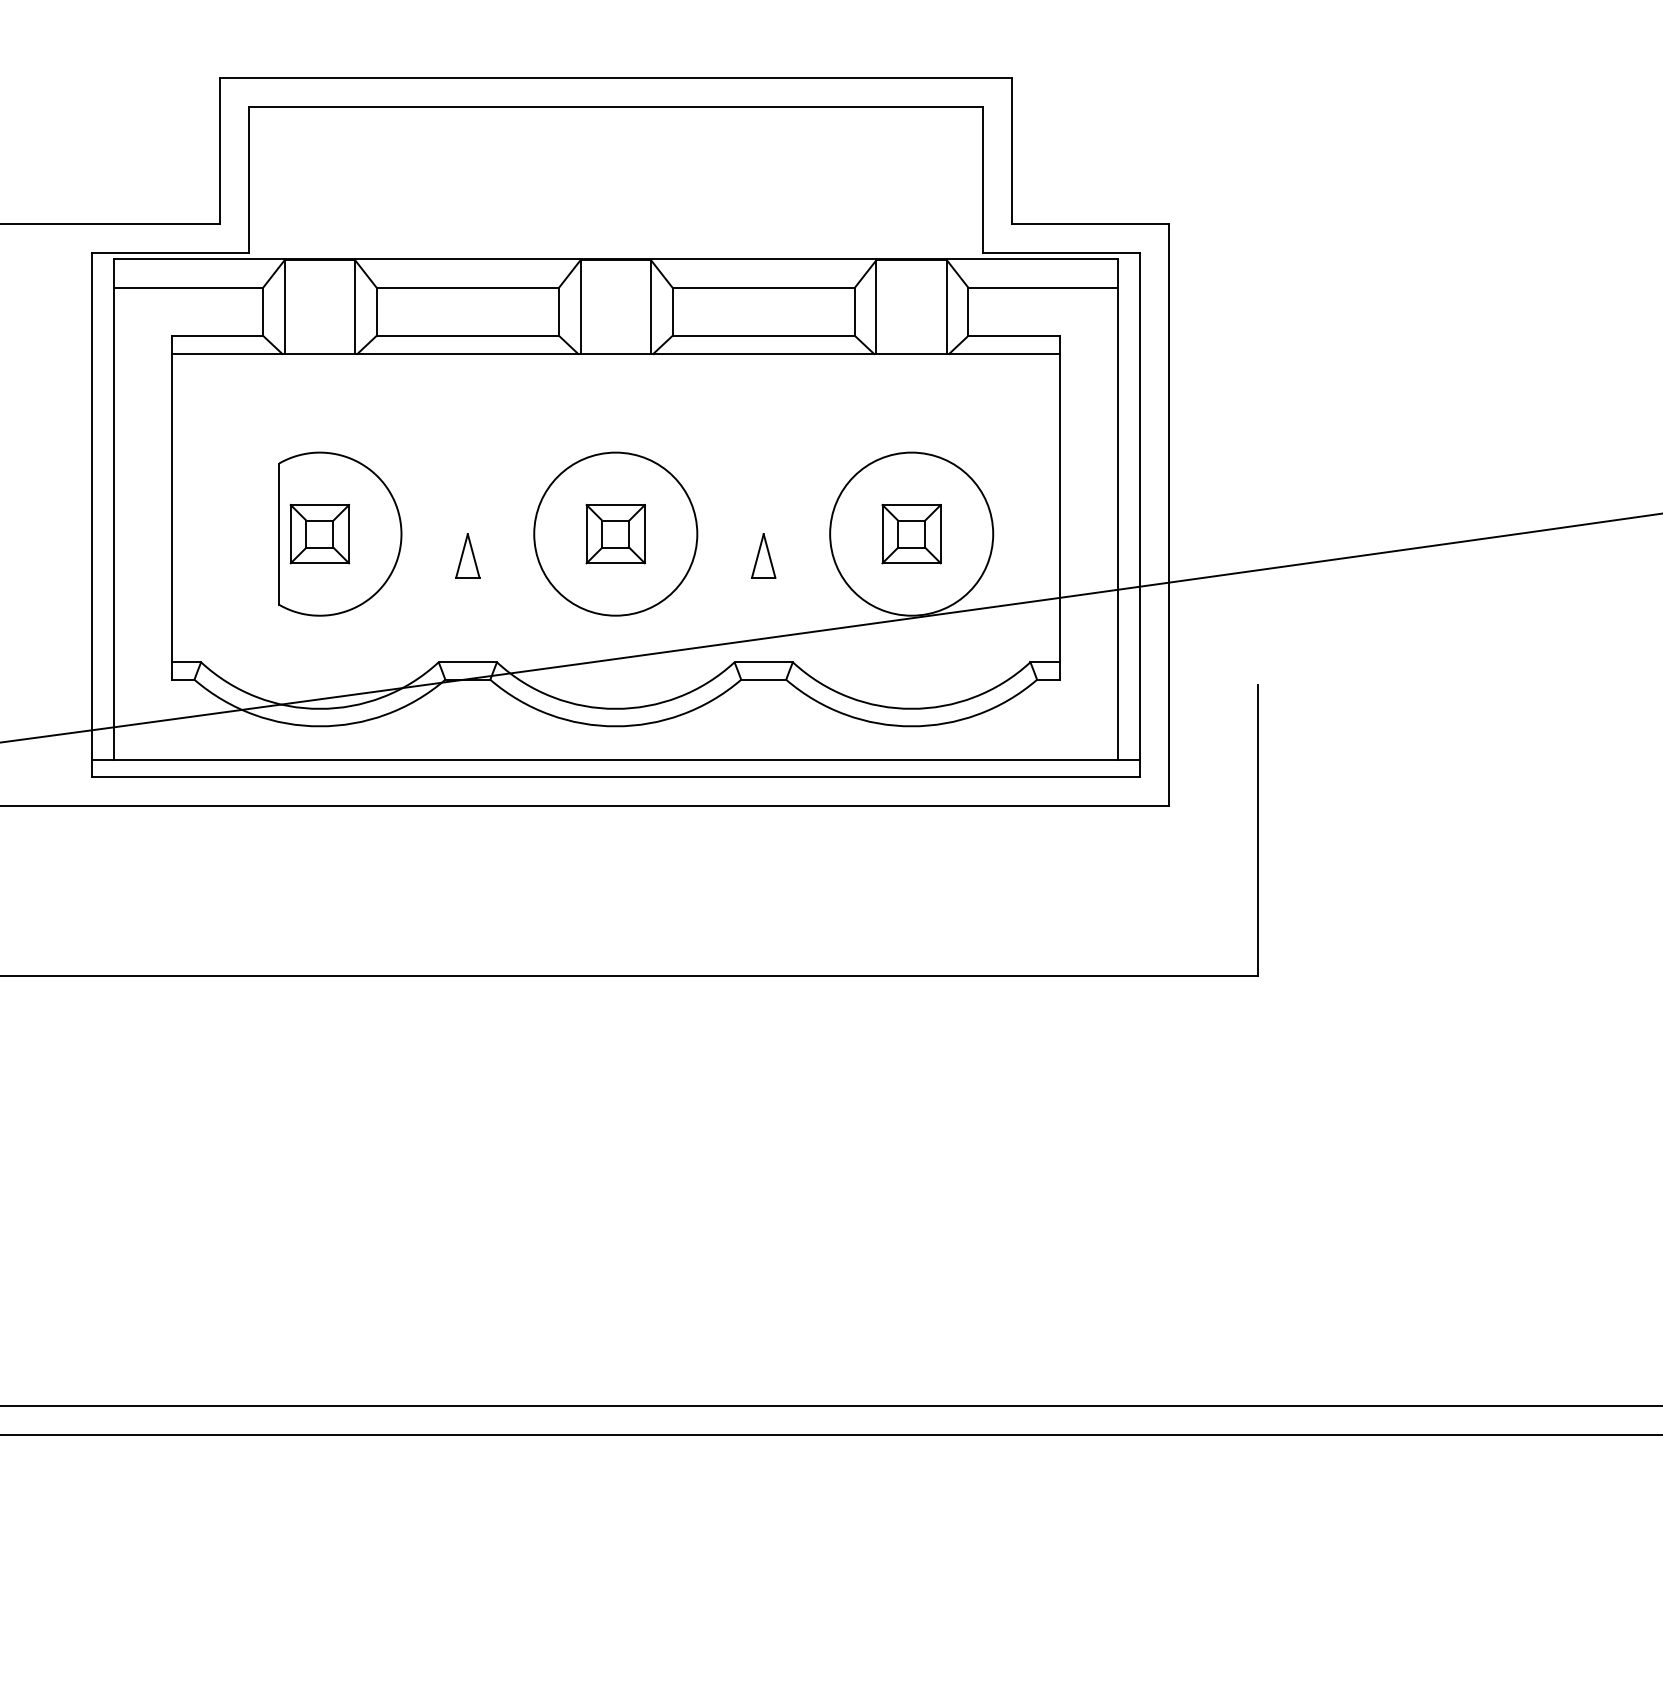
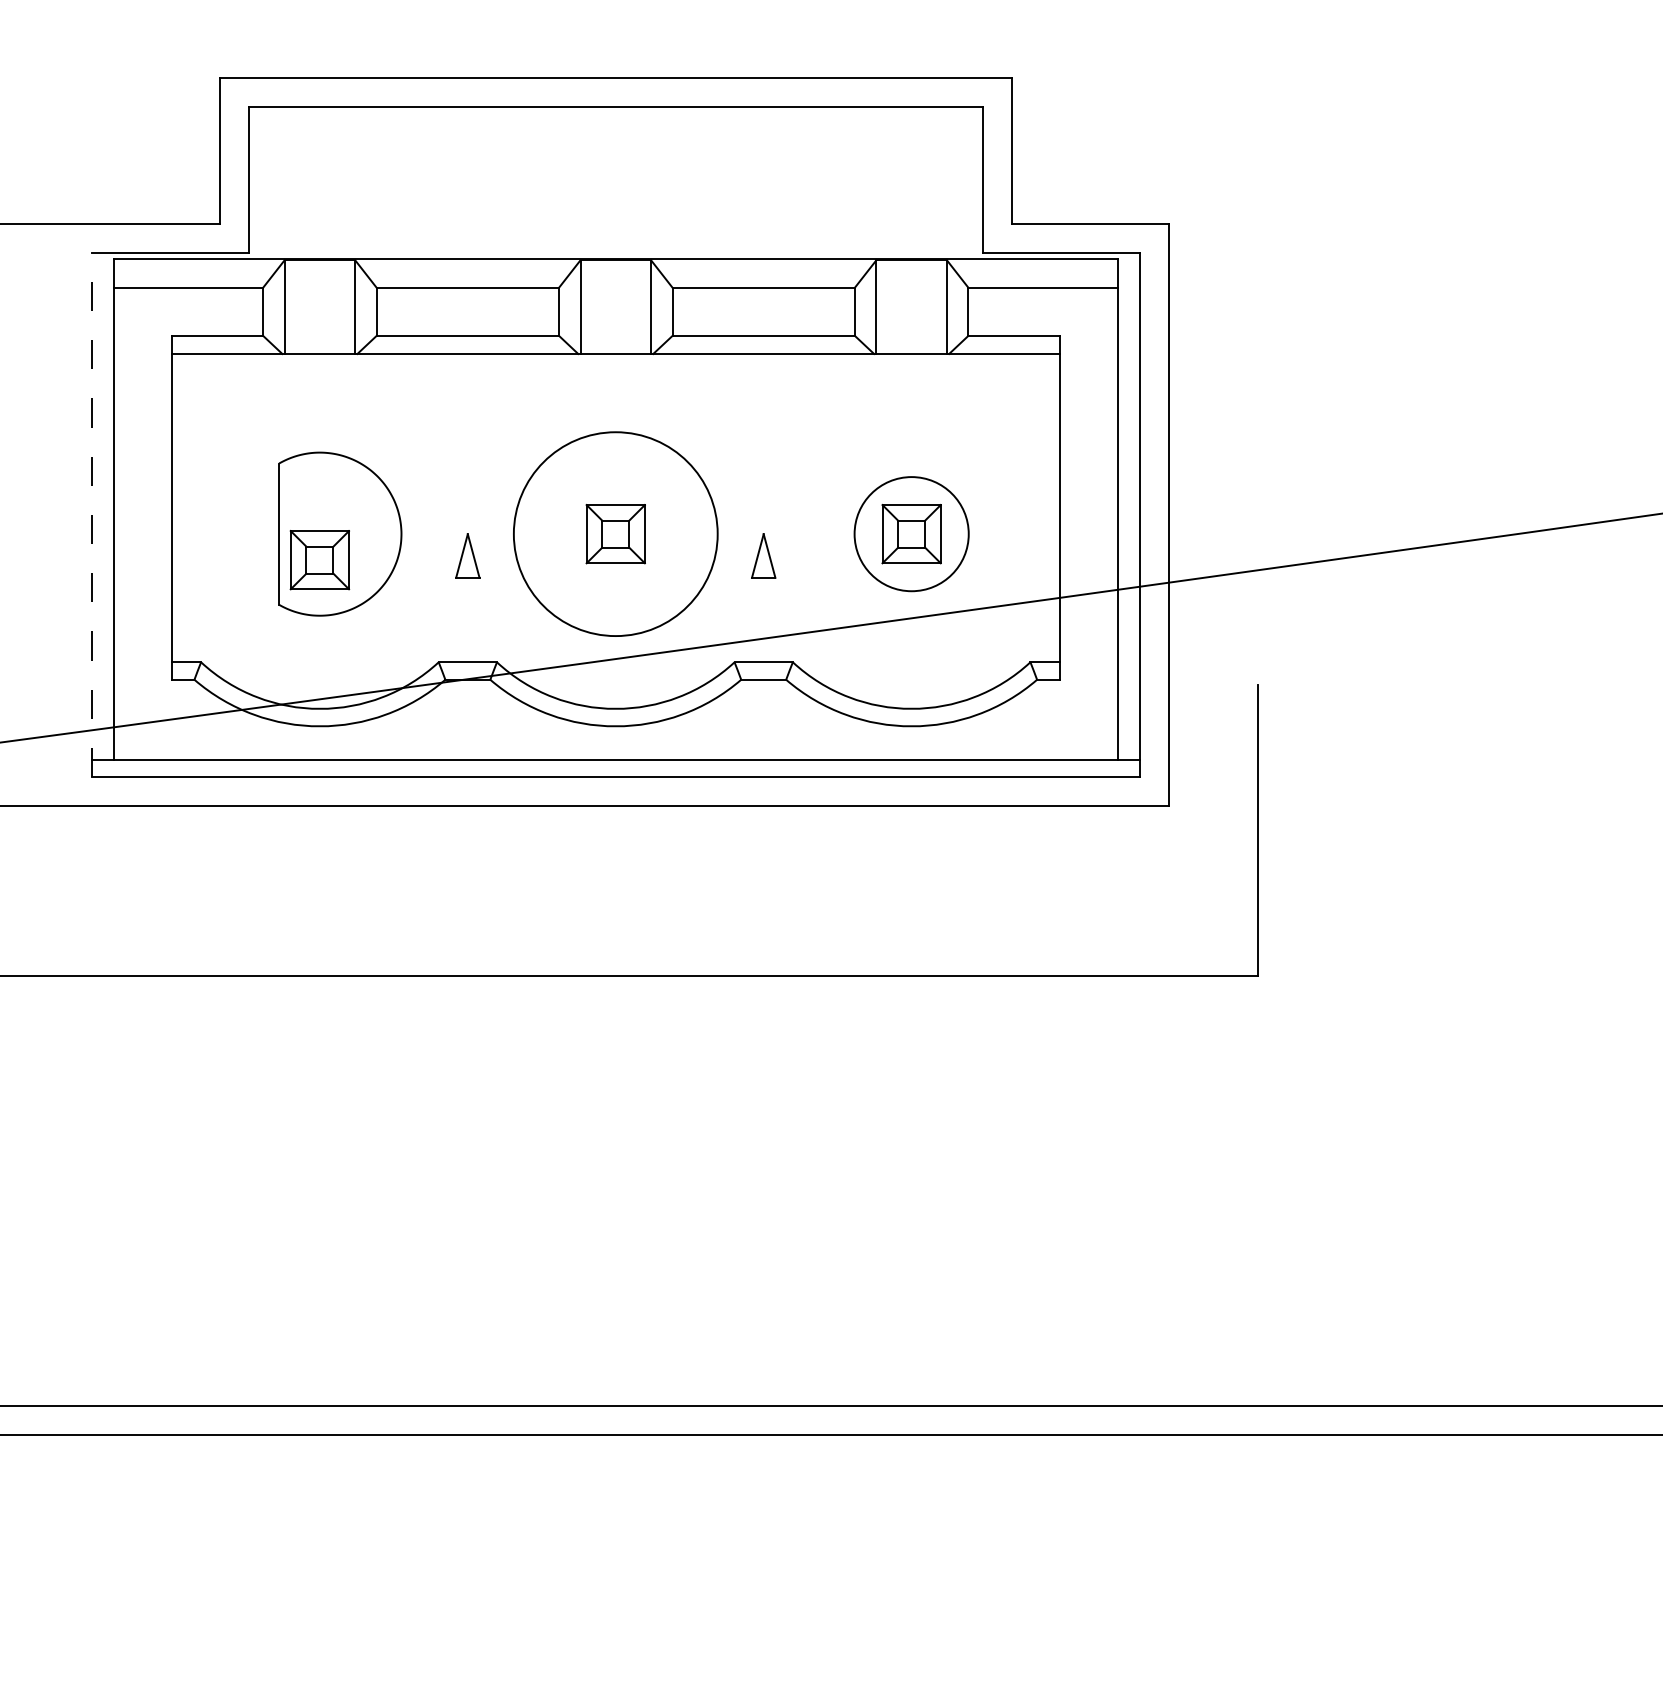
line at (91, 514): solid -> dashed
circle at (615, 533) diameter: 163 px -> 204 px
circle at (911, 533) diameter: 163 px -> 114 px
part at (319, 534) position: (319, 534) -> (319, 560)
